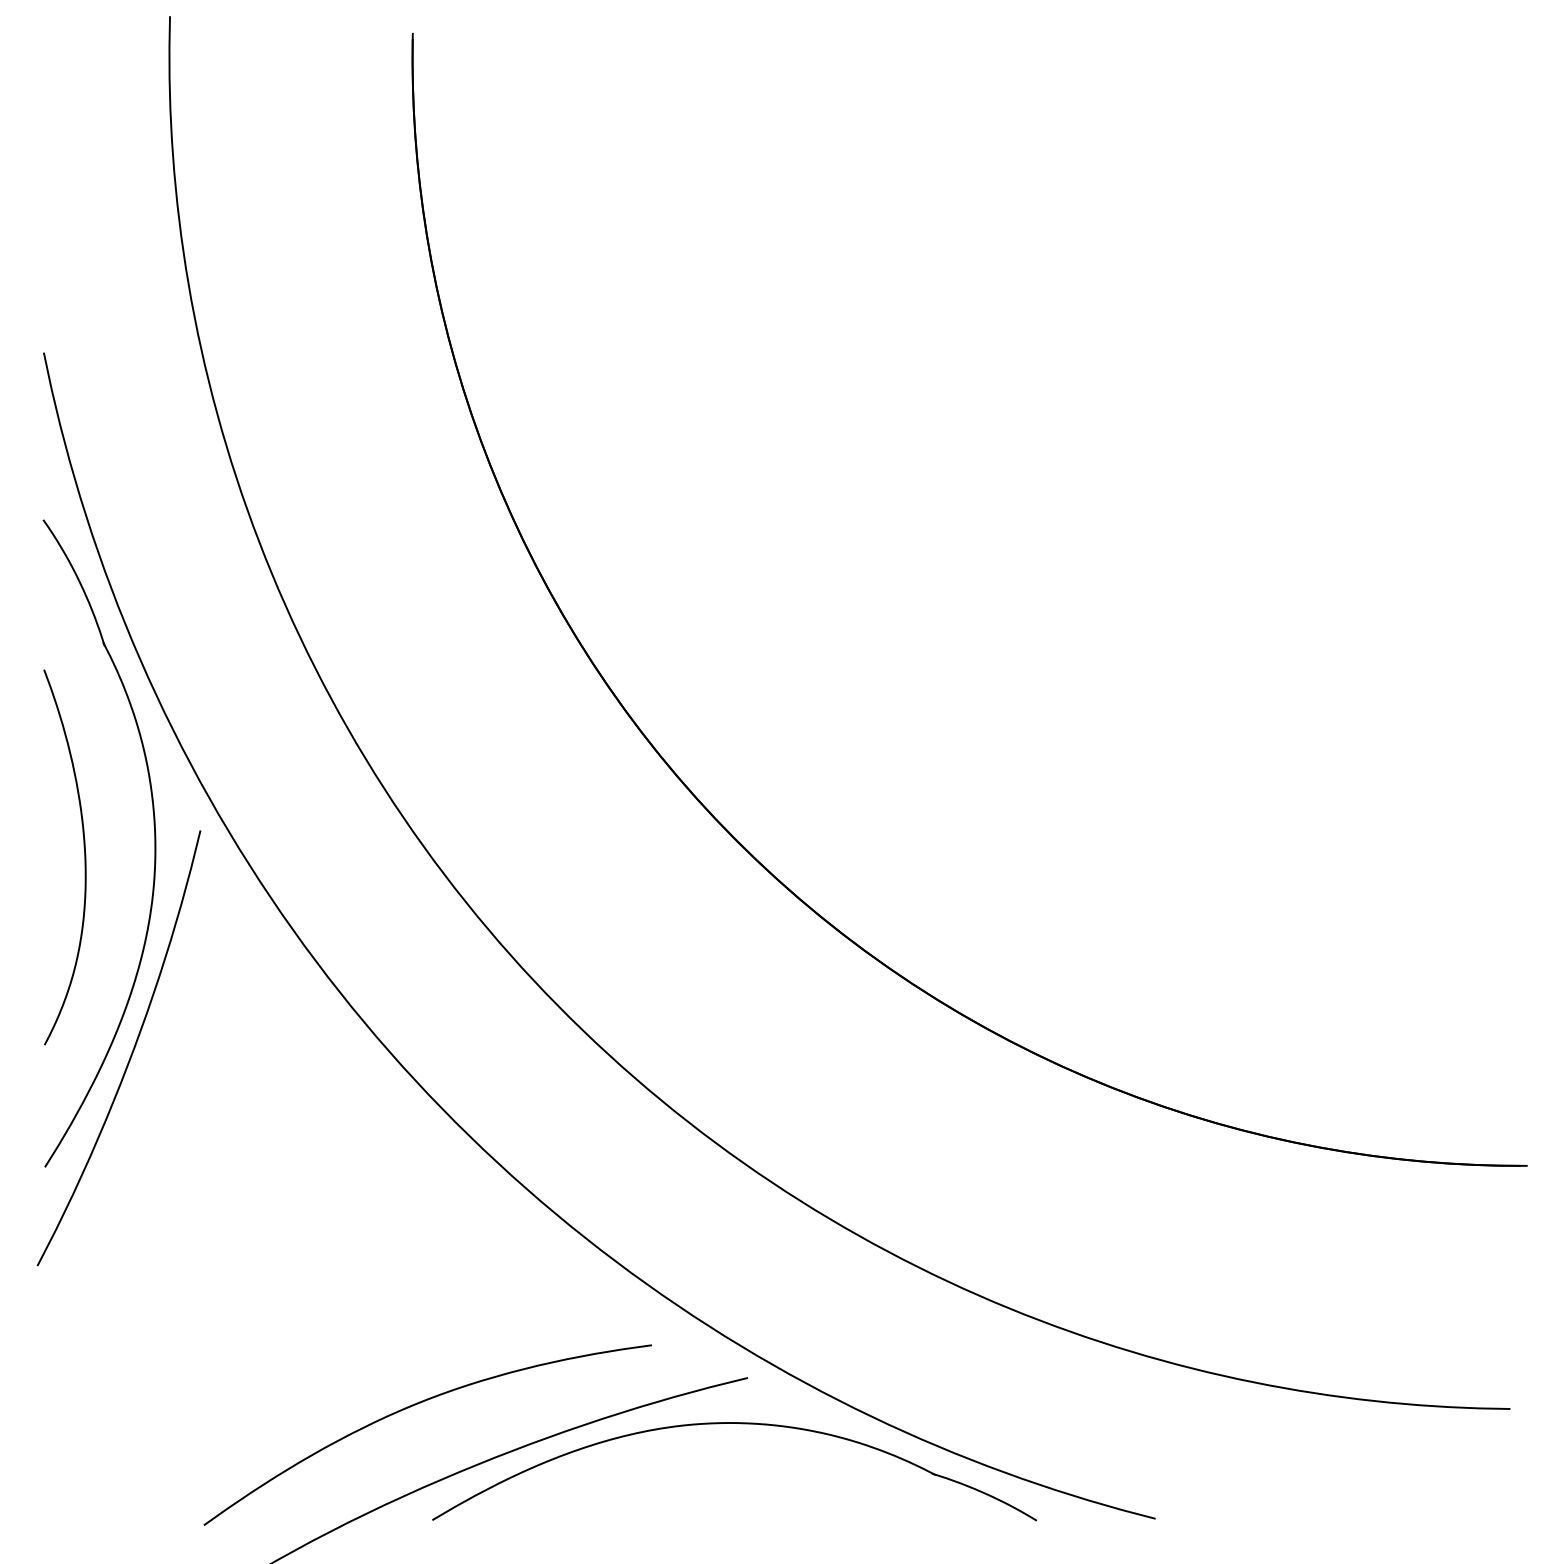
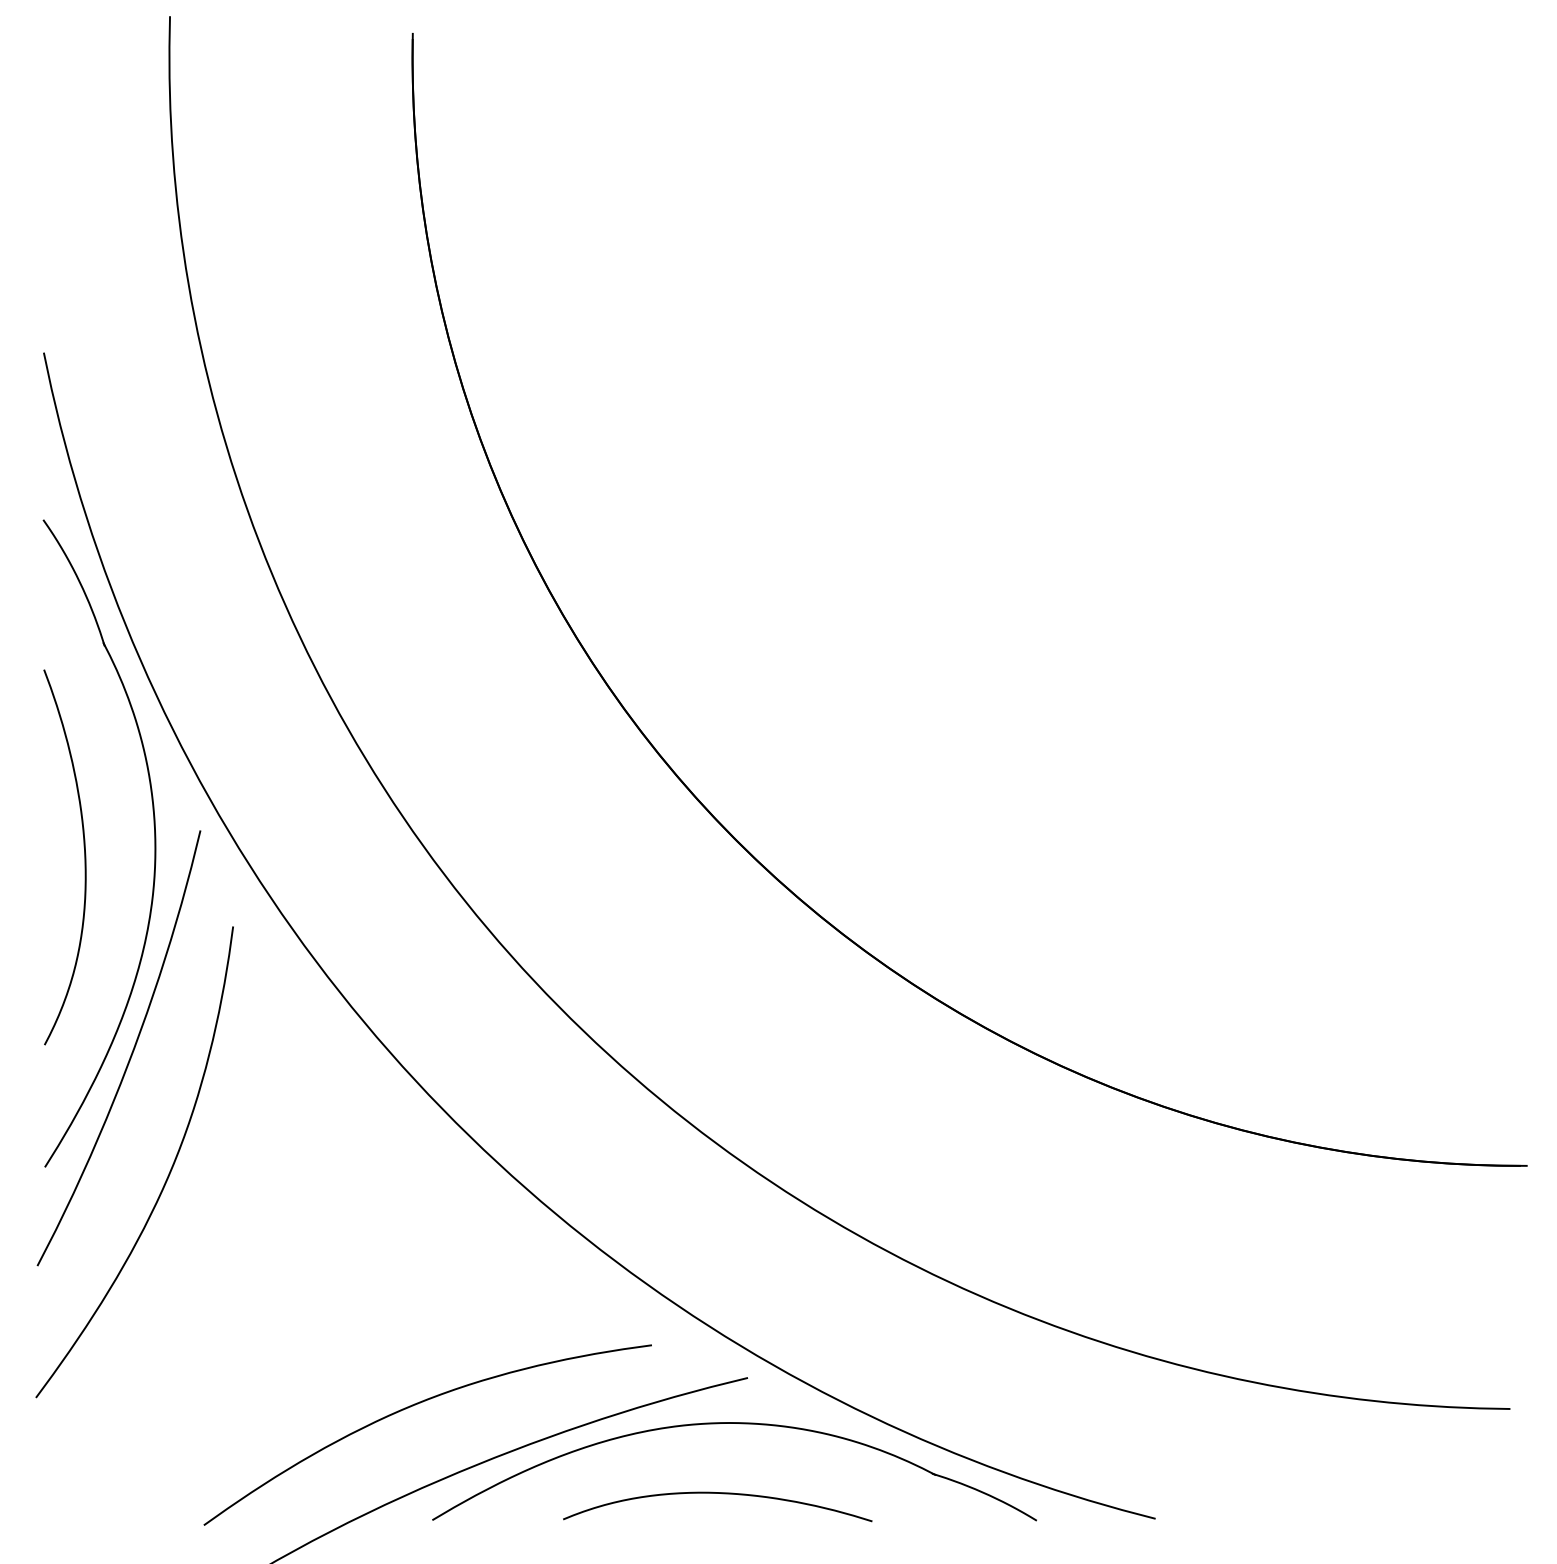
curve at (167, 1175): none -> present
curve at (717, 1493): none -> present
